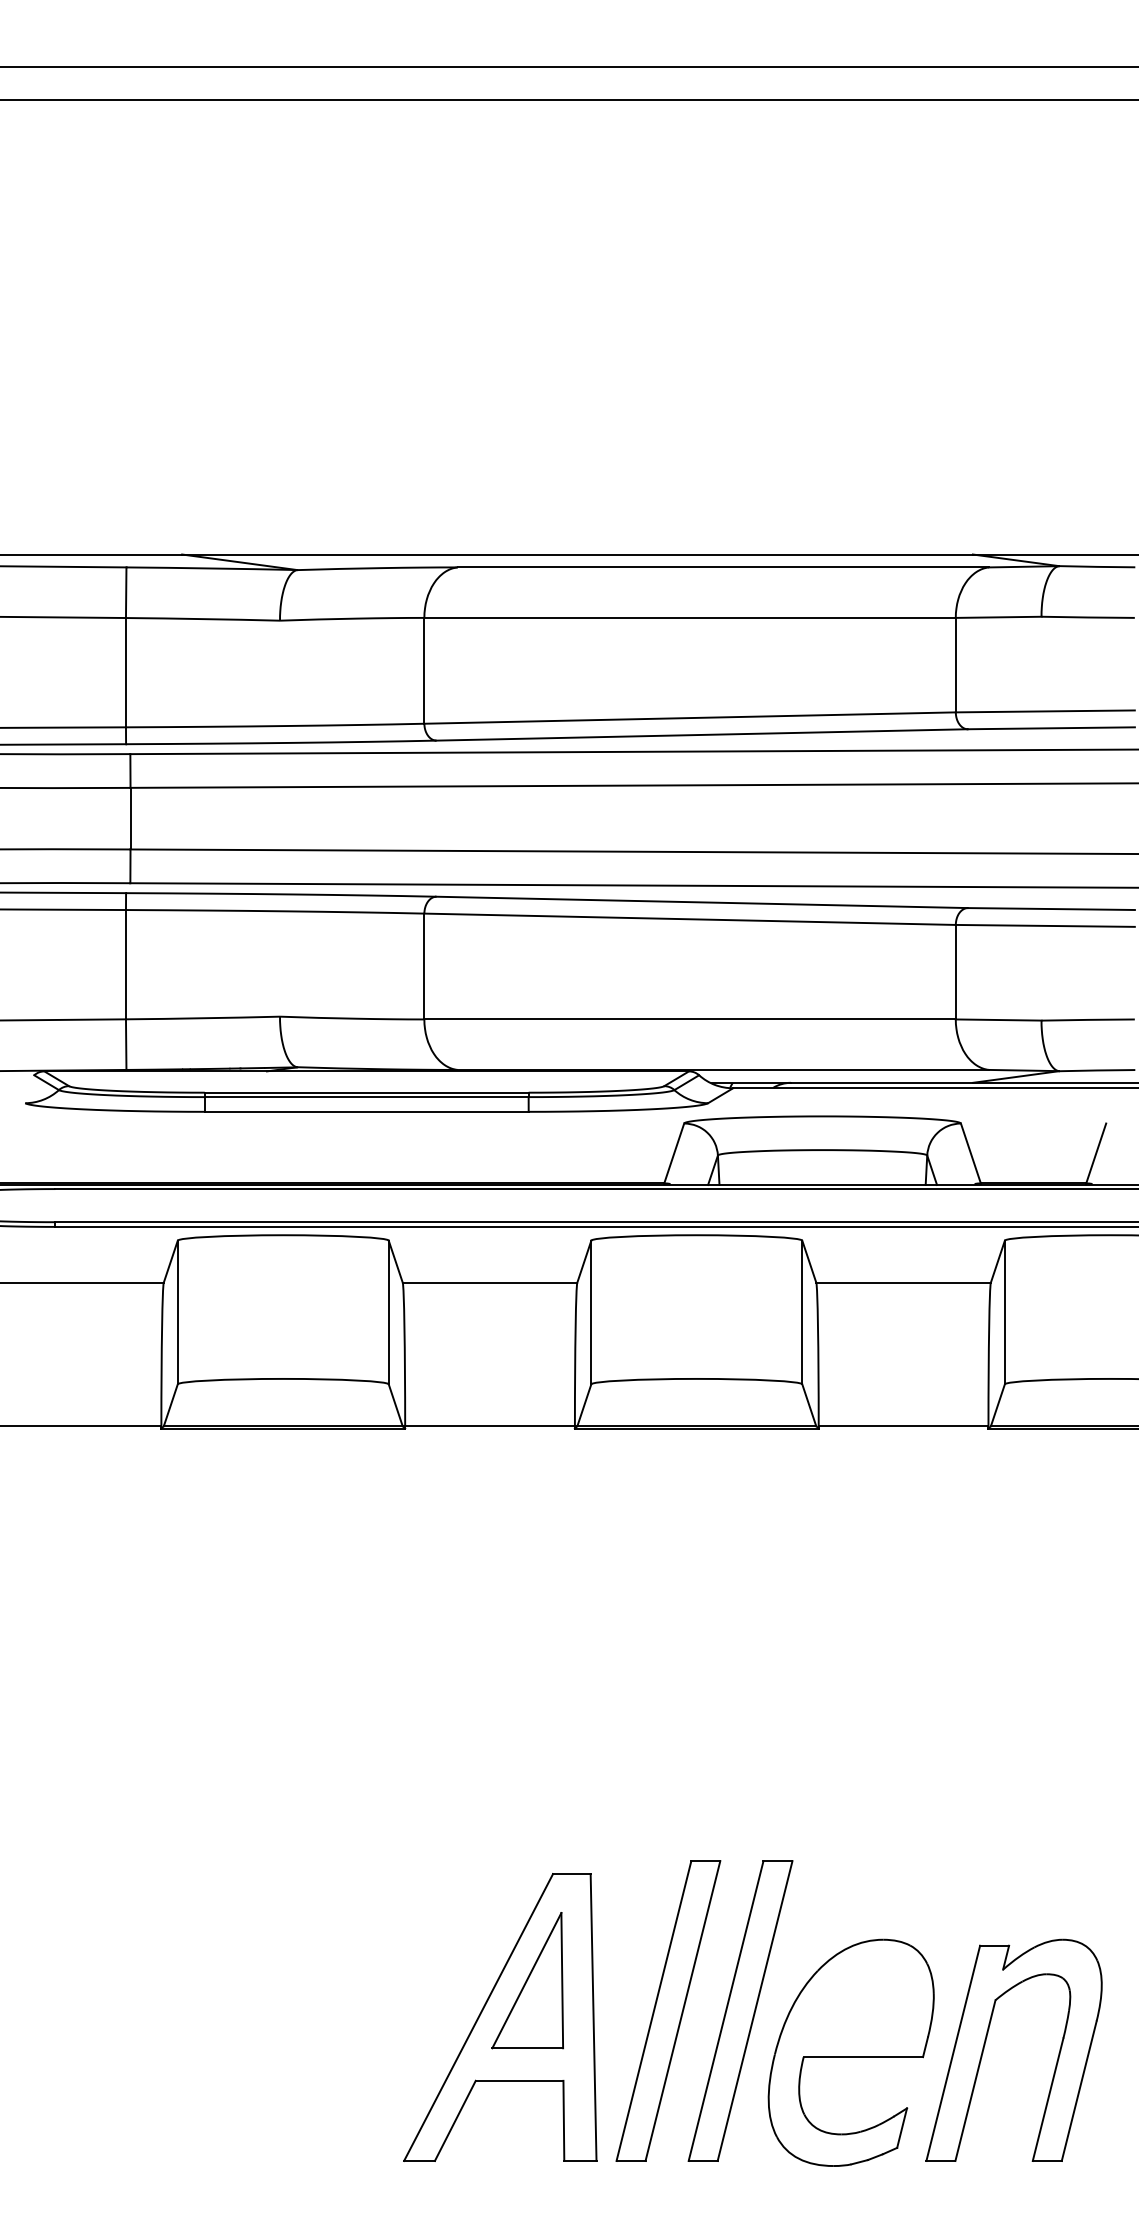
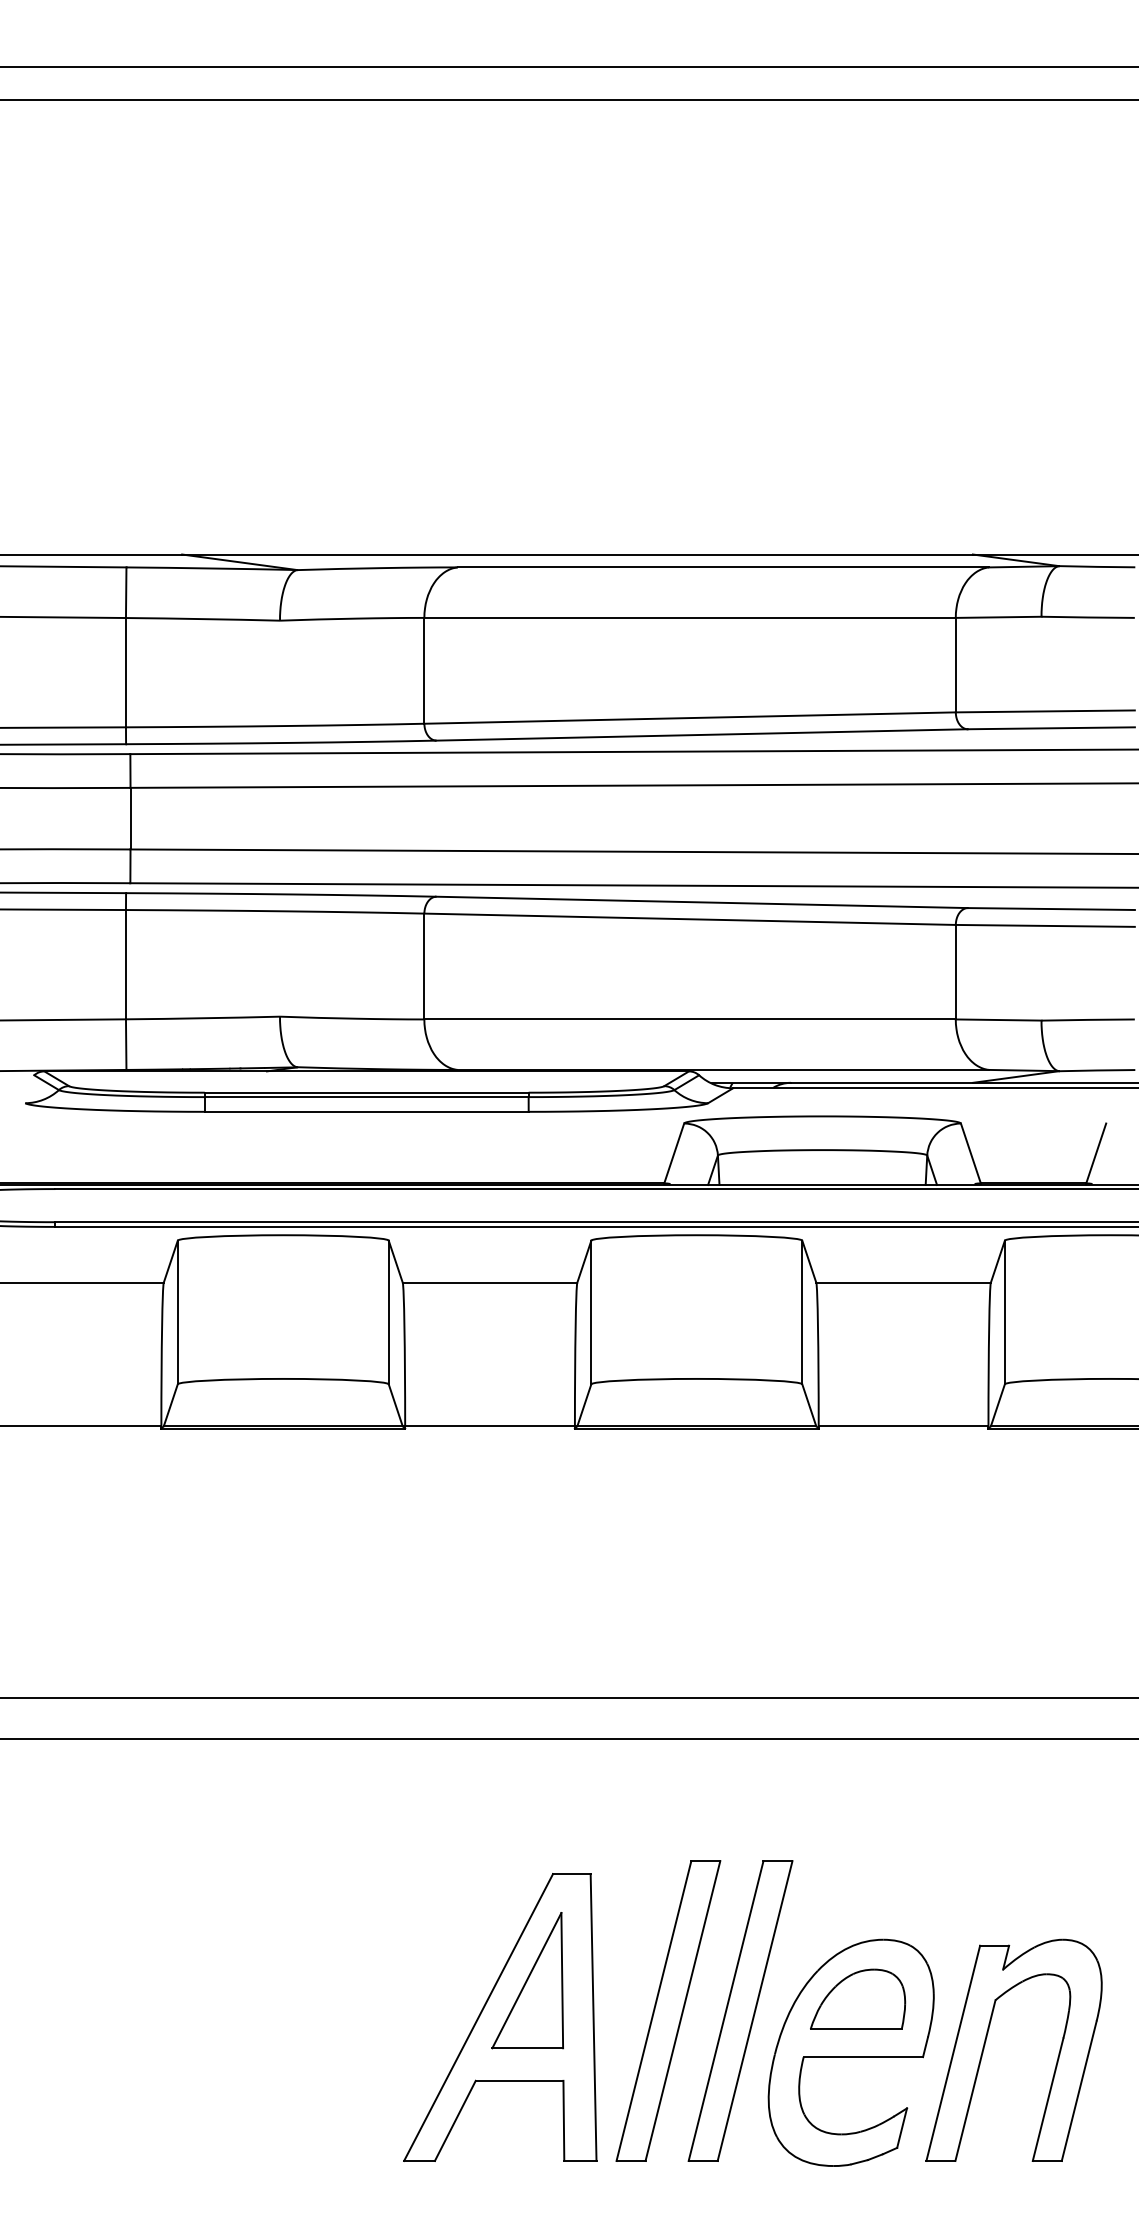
line at (568, 1698): none -> present
line at (568, 1739): none -> present
part at (858, 1998): none -> present
